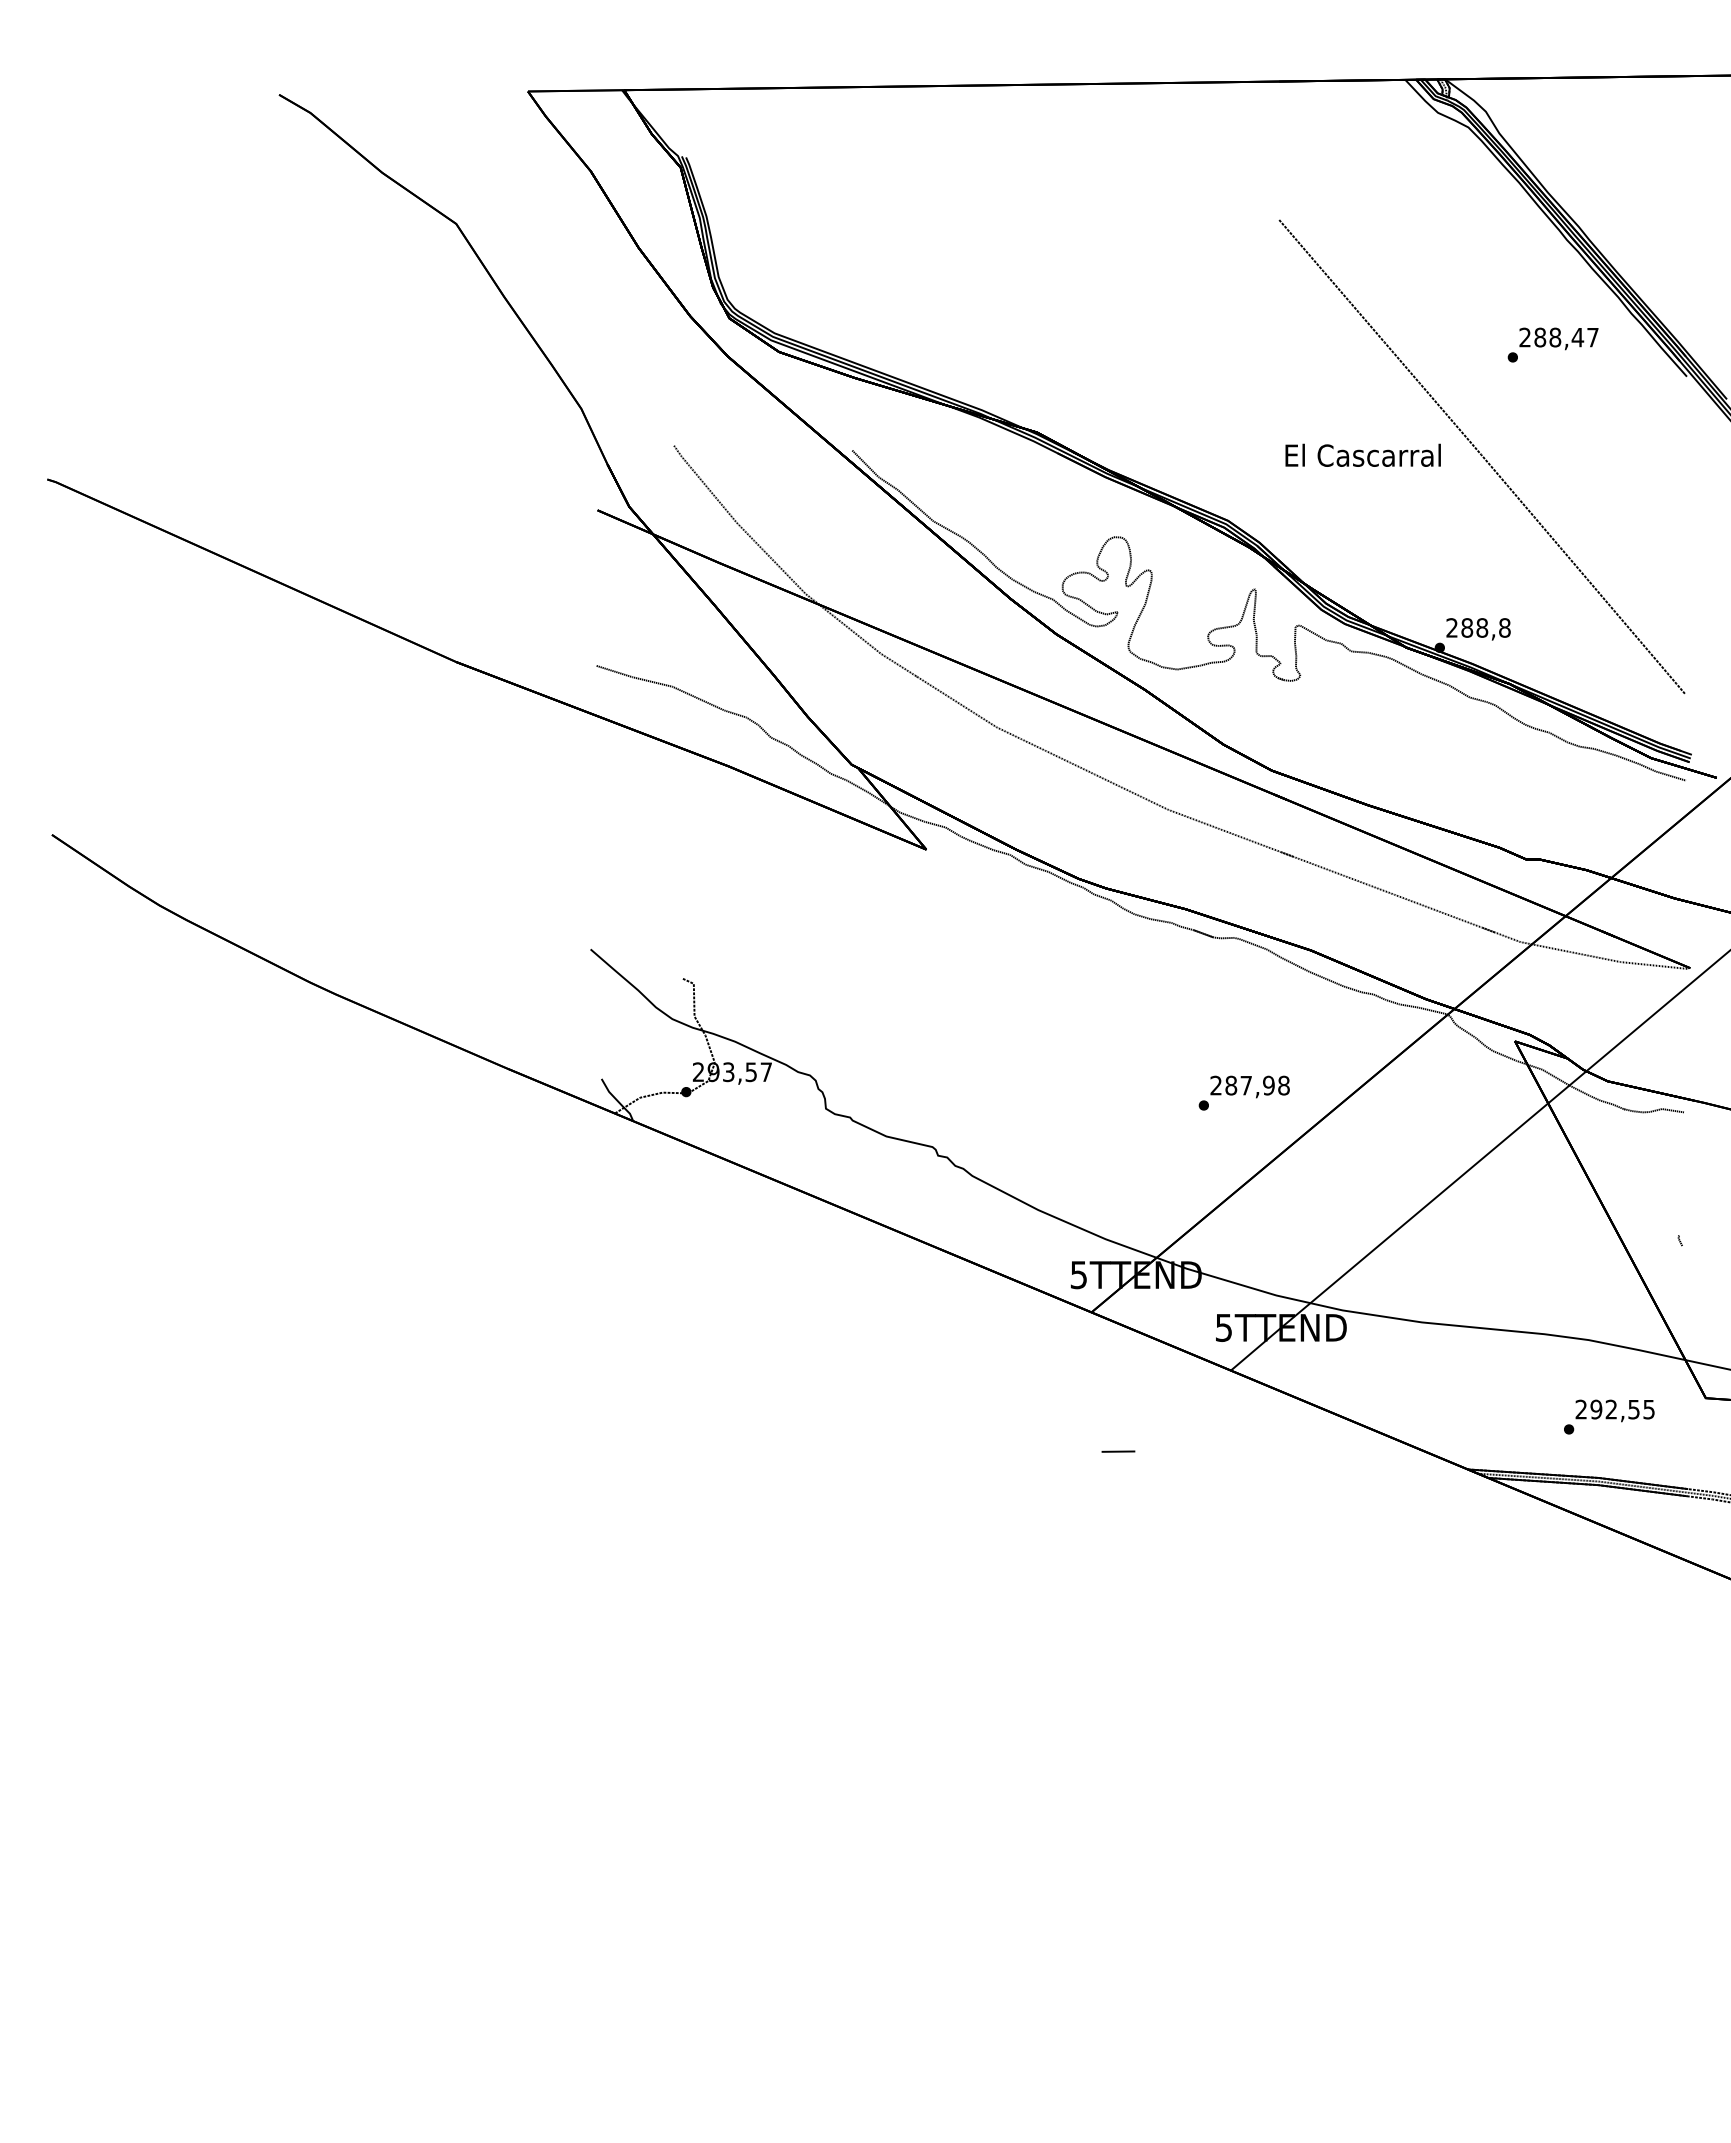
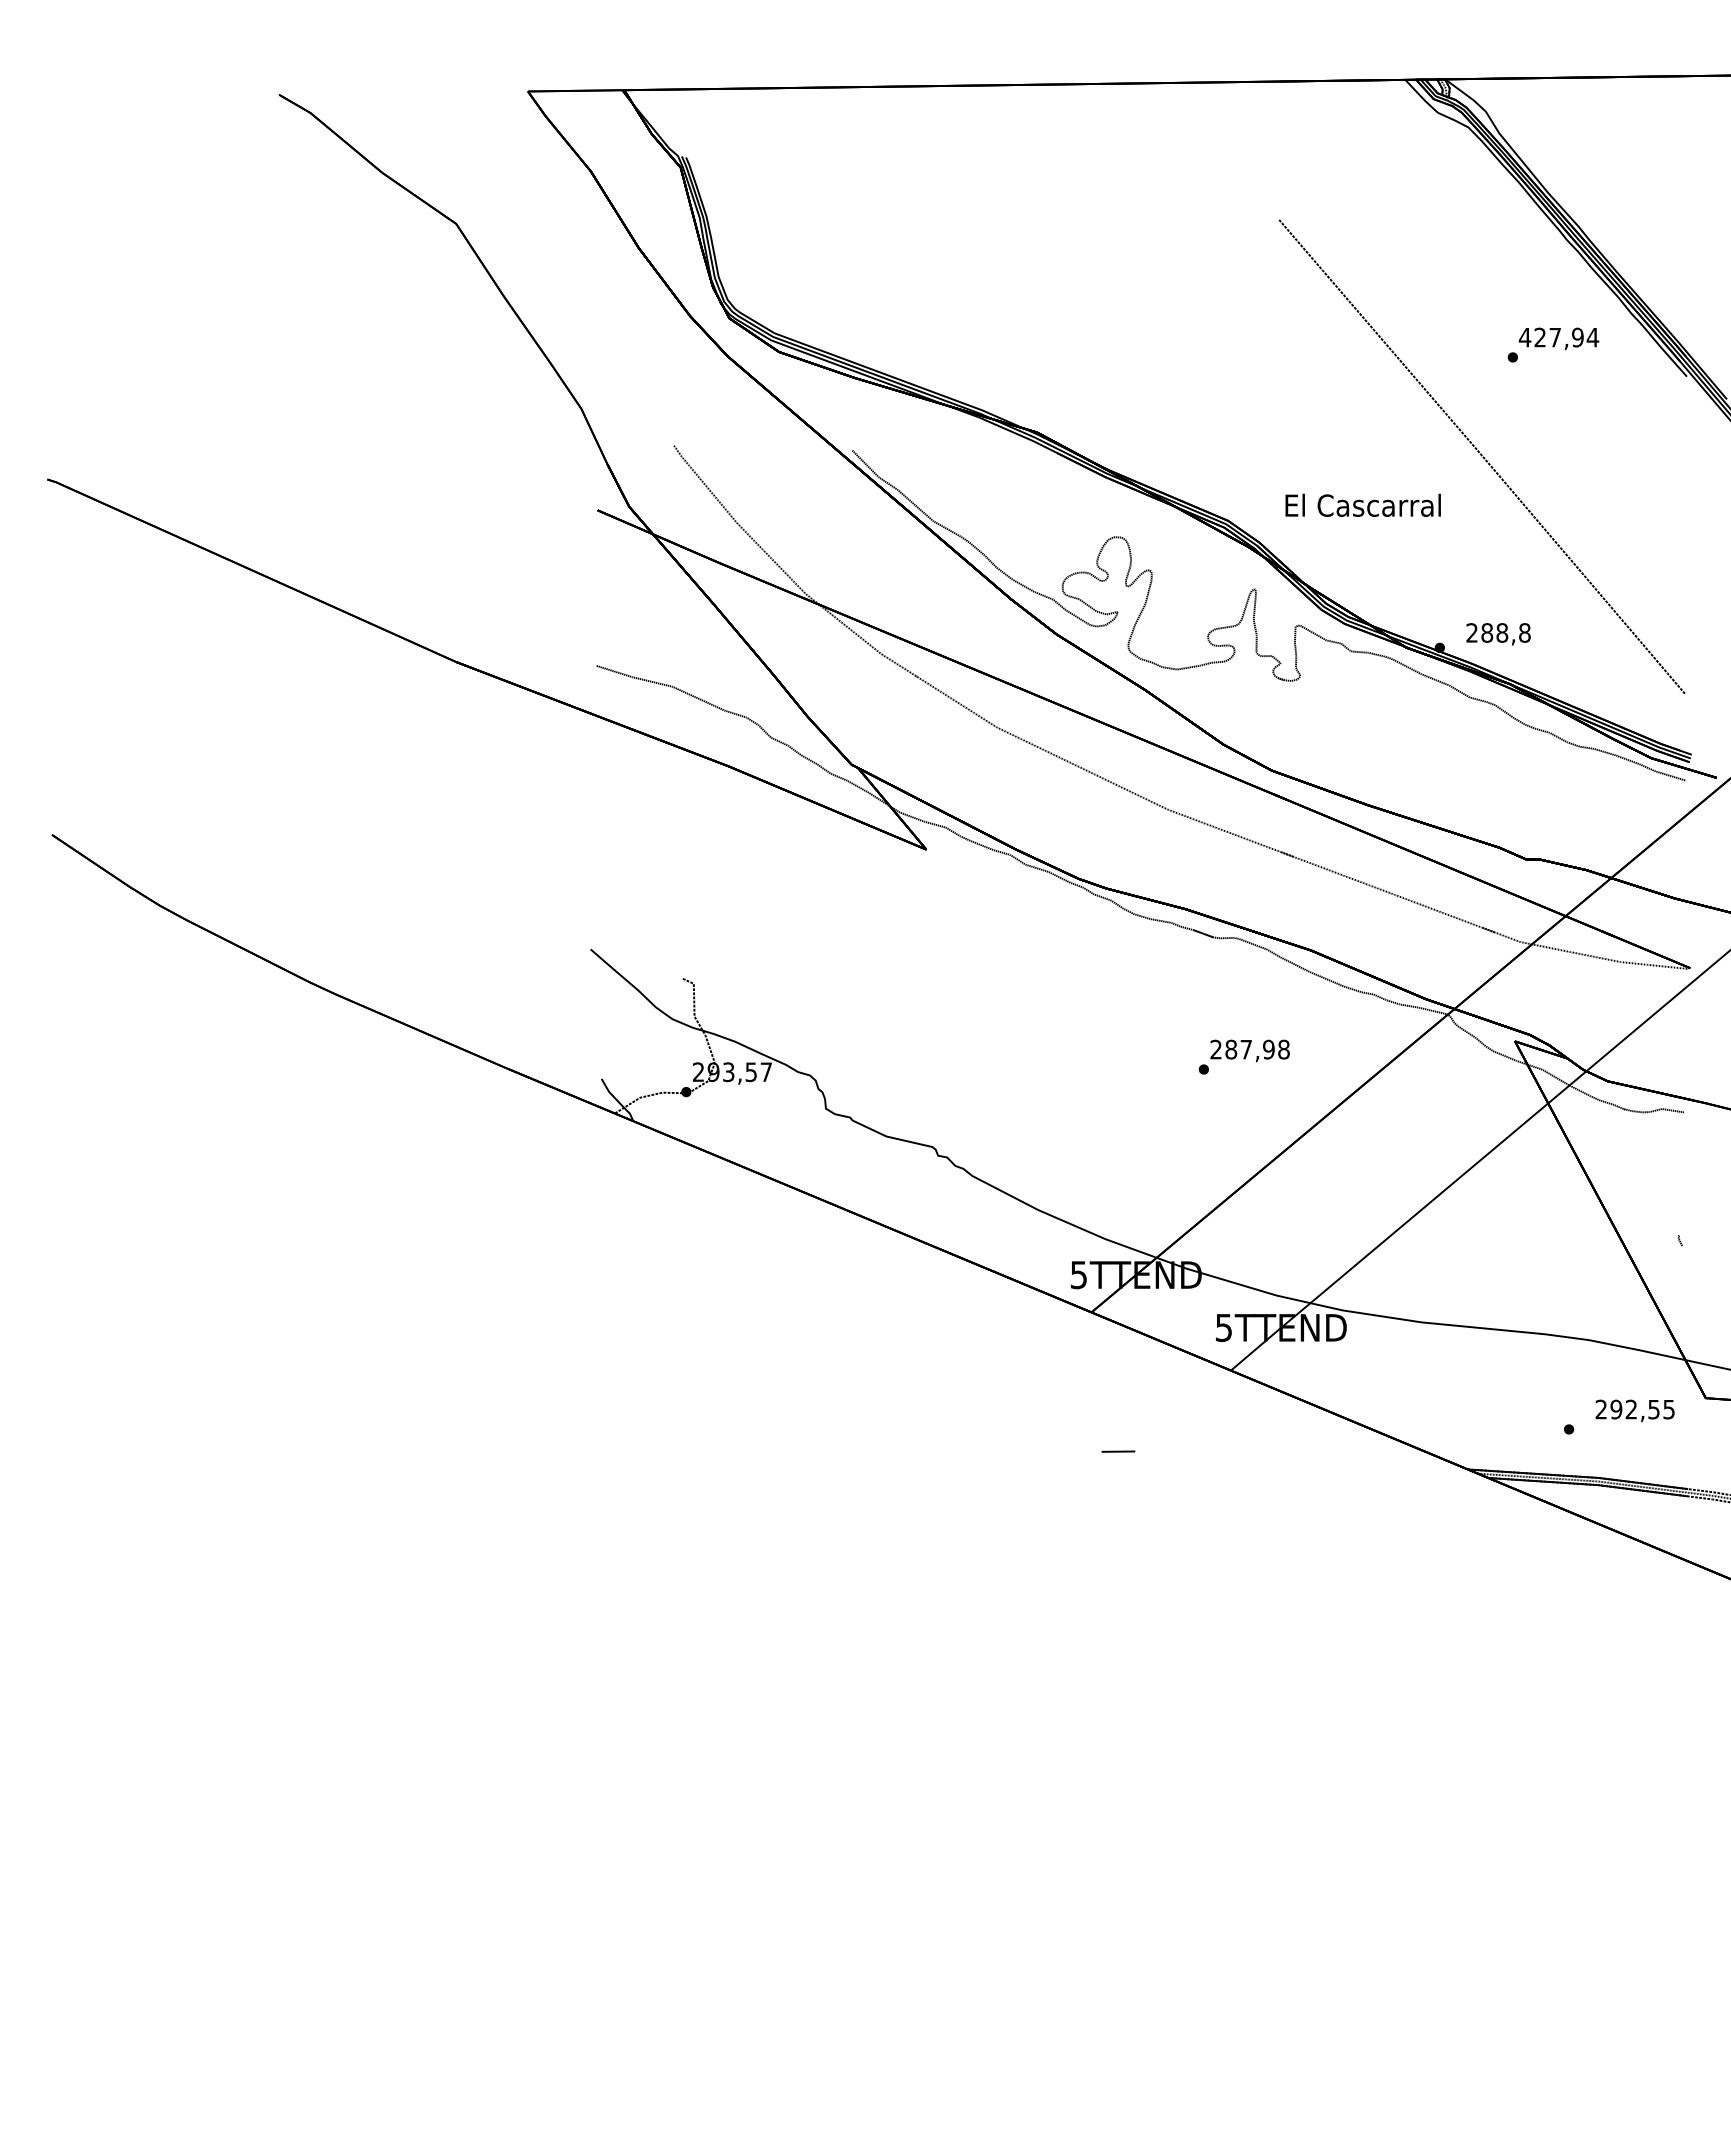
text at (1558, 337): 288,47 -> 427,94
text at (1362, 454) position: (1362, 454) -> (1362, 504)
text at (1478, 629) position: (1478, 629) -> (1498, 634)
text at (1243, 1092) position: (1243, 1092) -> (1243, 1056)
text at (1614, 1410) position: (1614, 1410) -> (1634, 1410)
